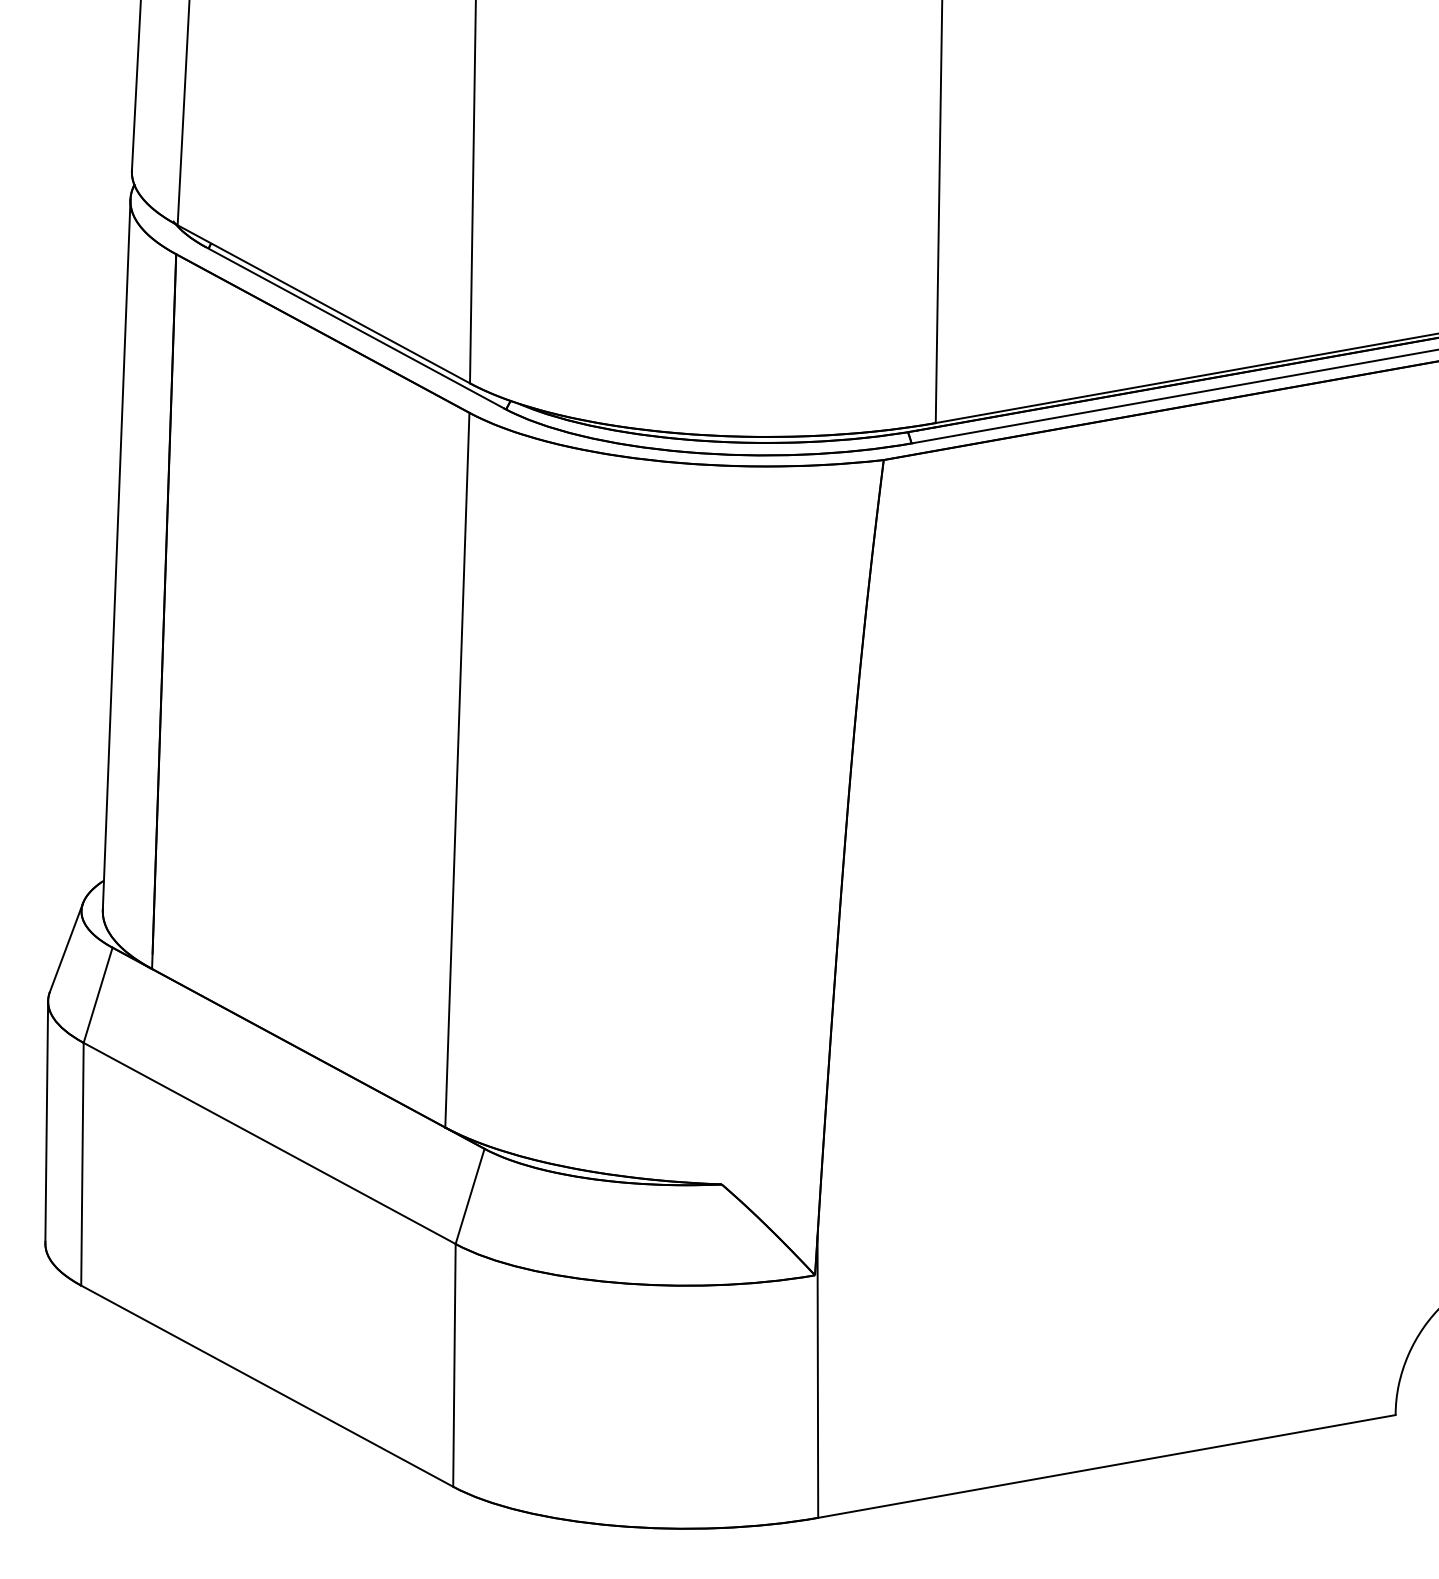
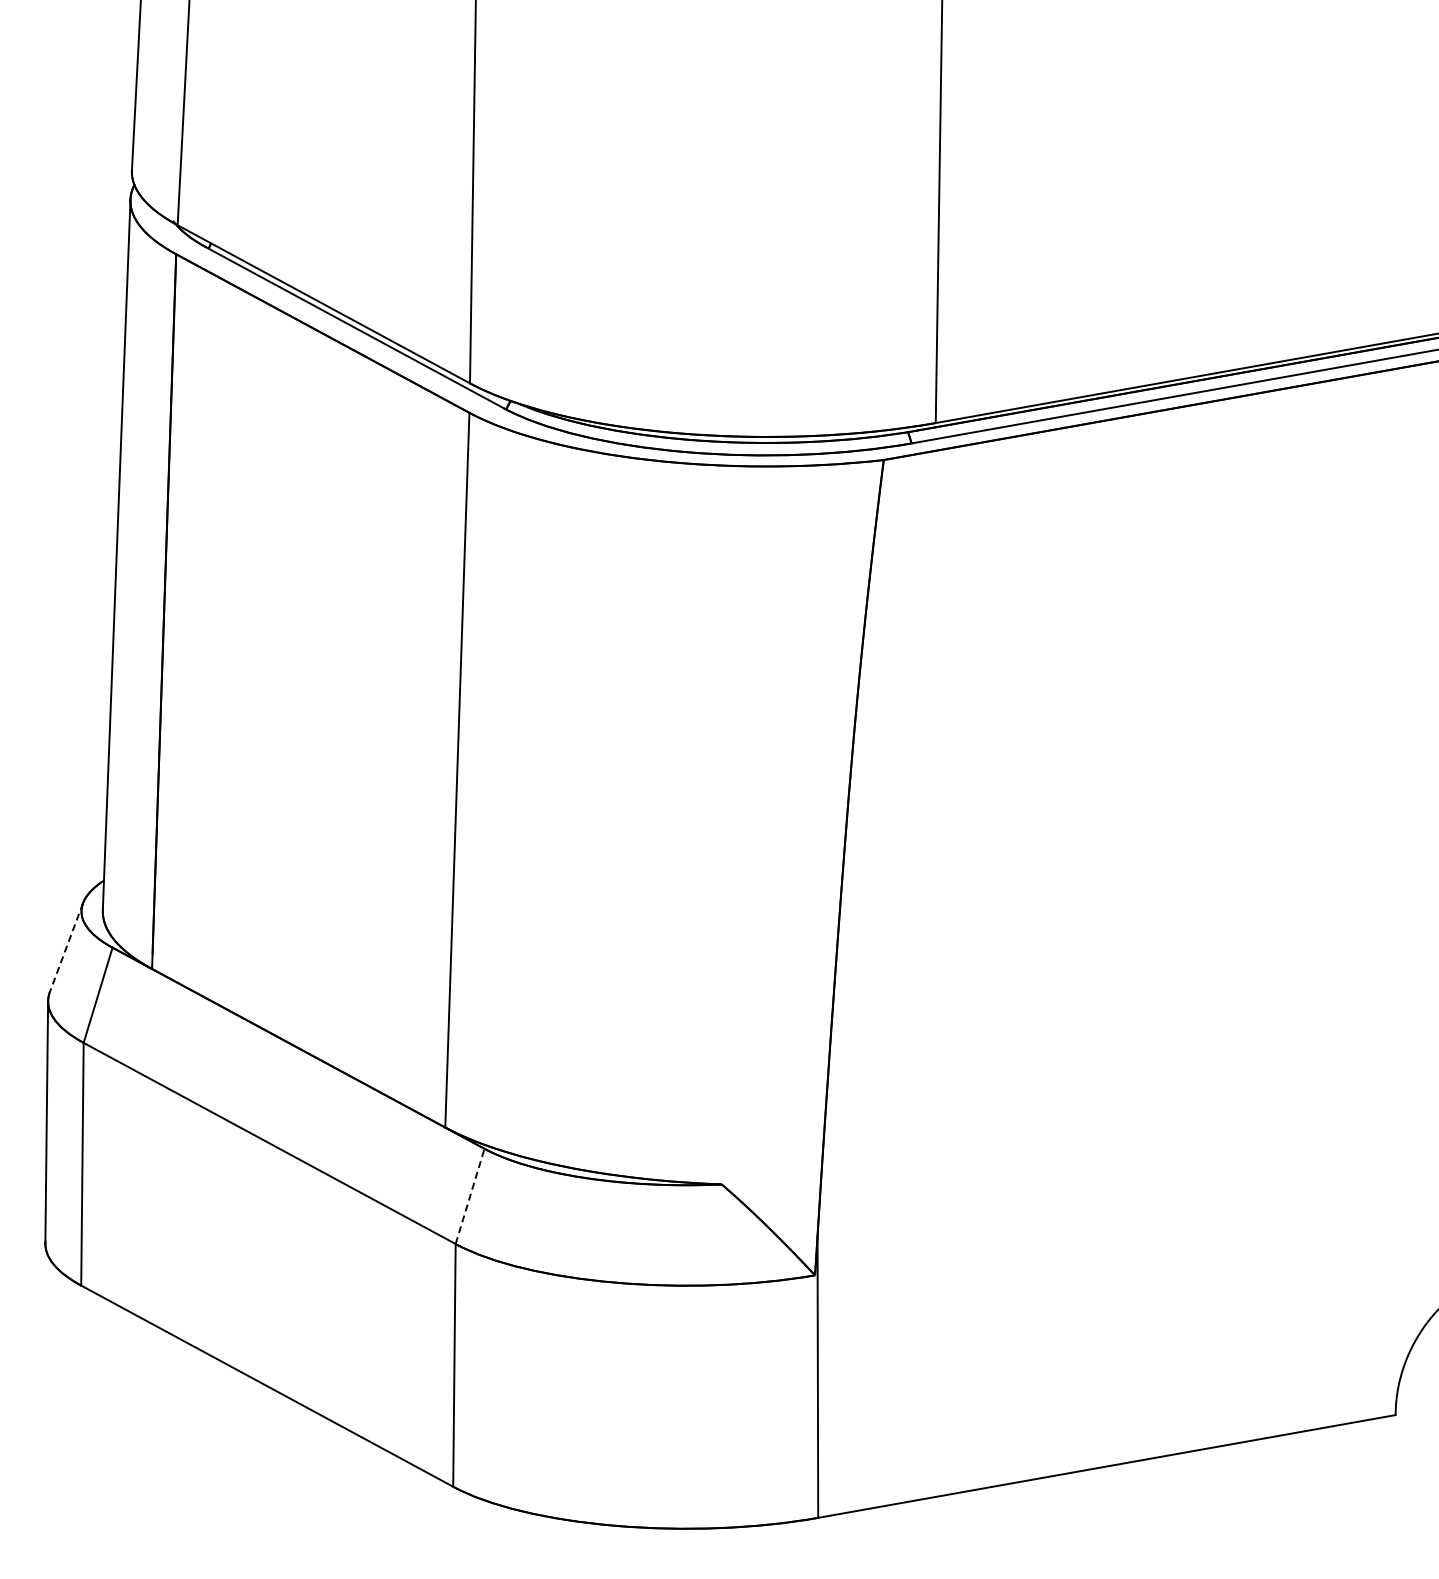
line at (66, 948): solid -> dashed
line at (470, 1196): solid -> dashed
